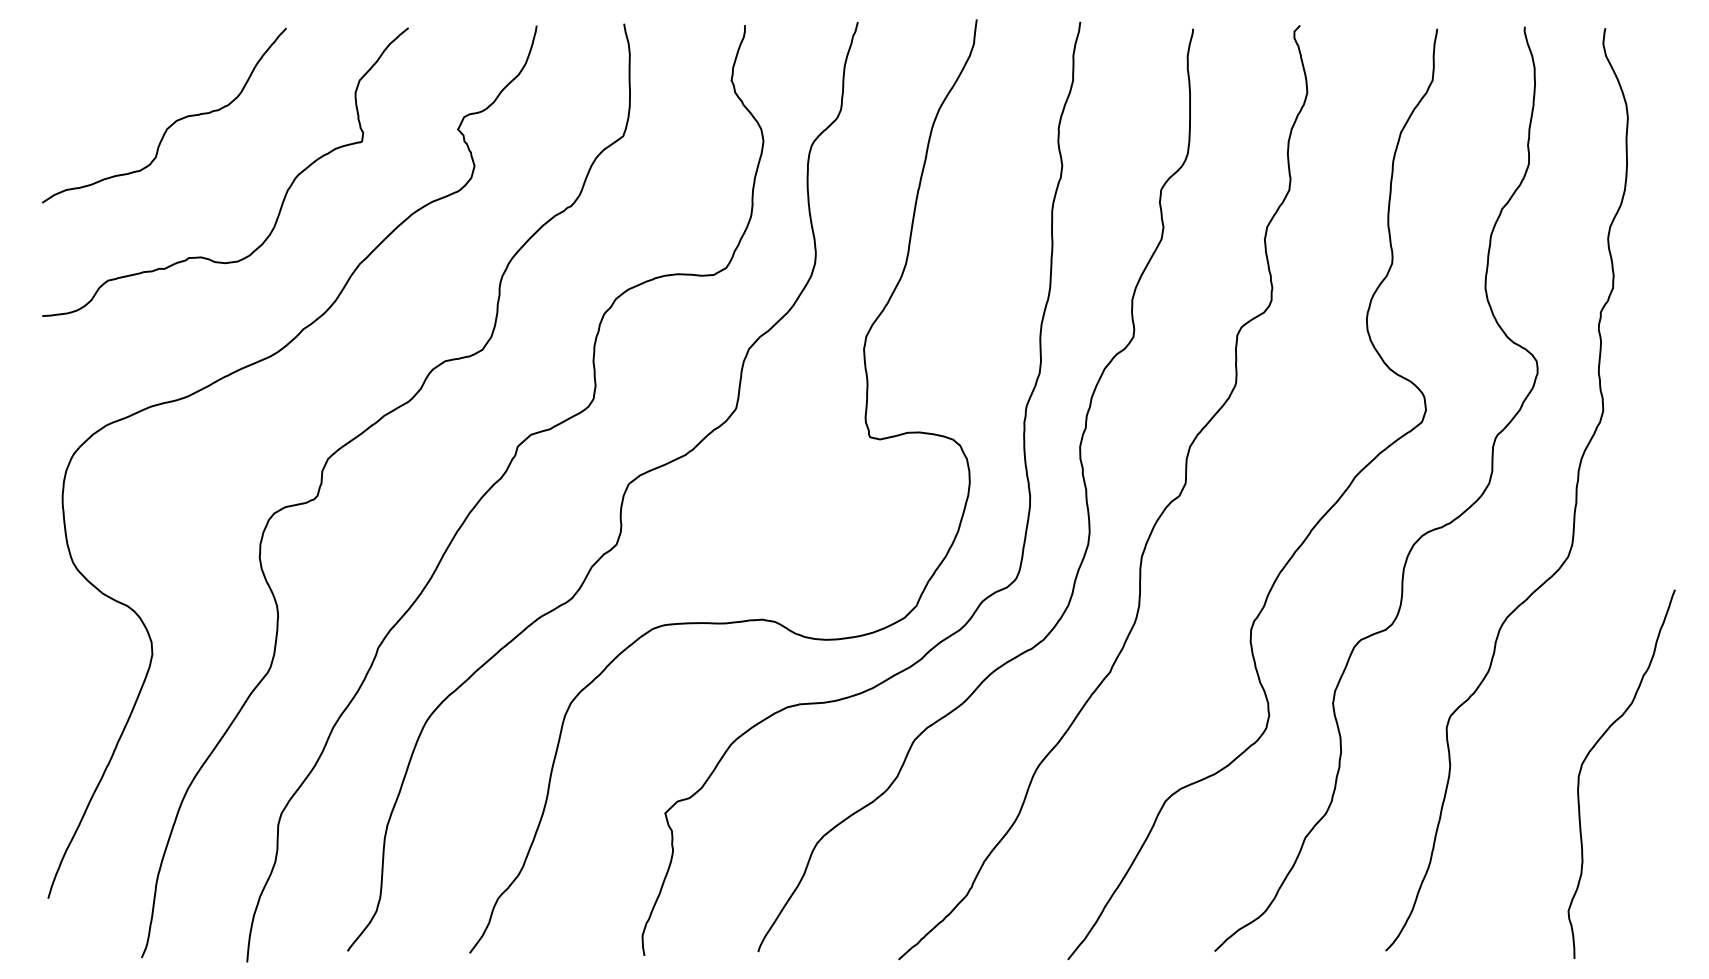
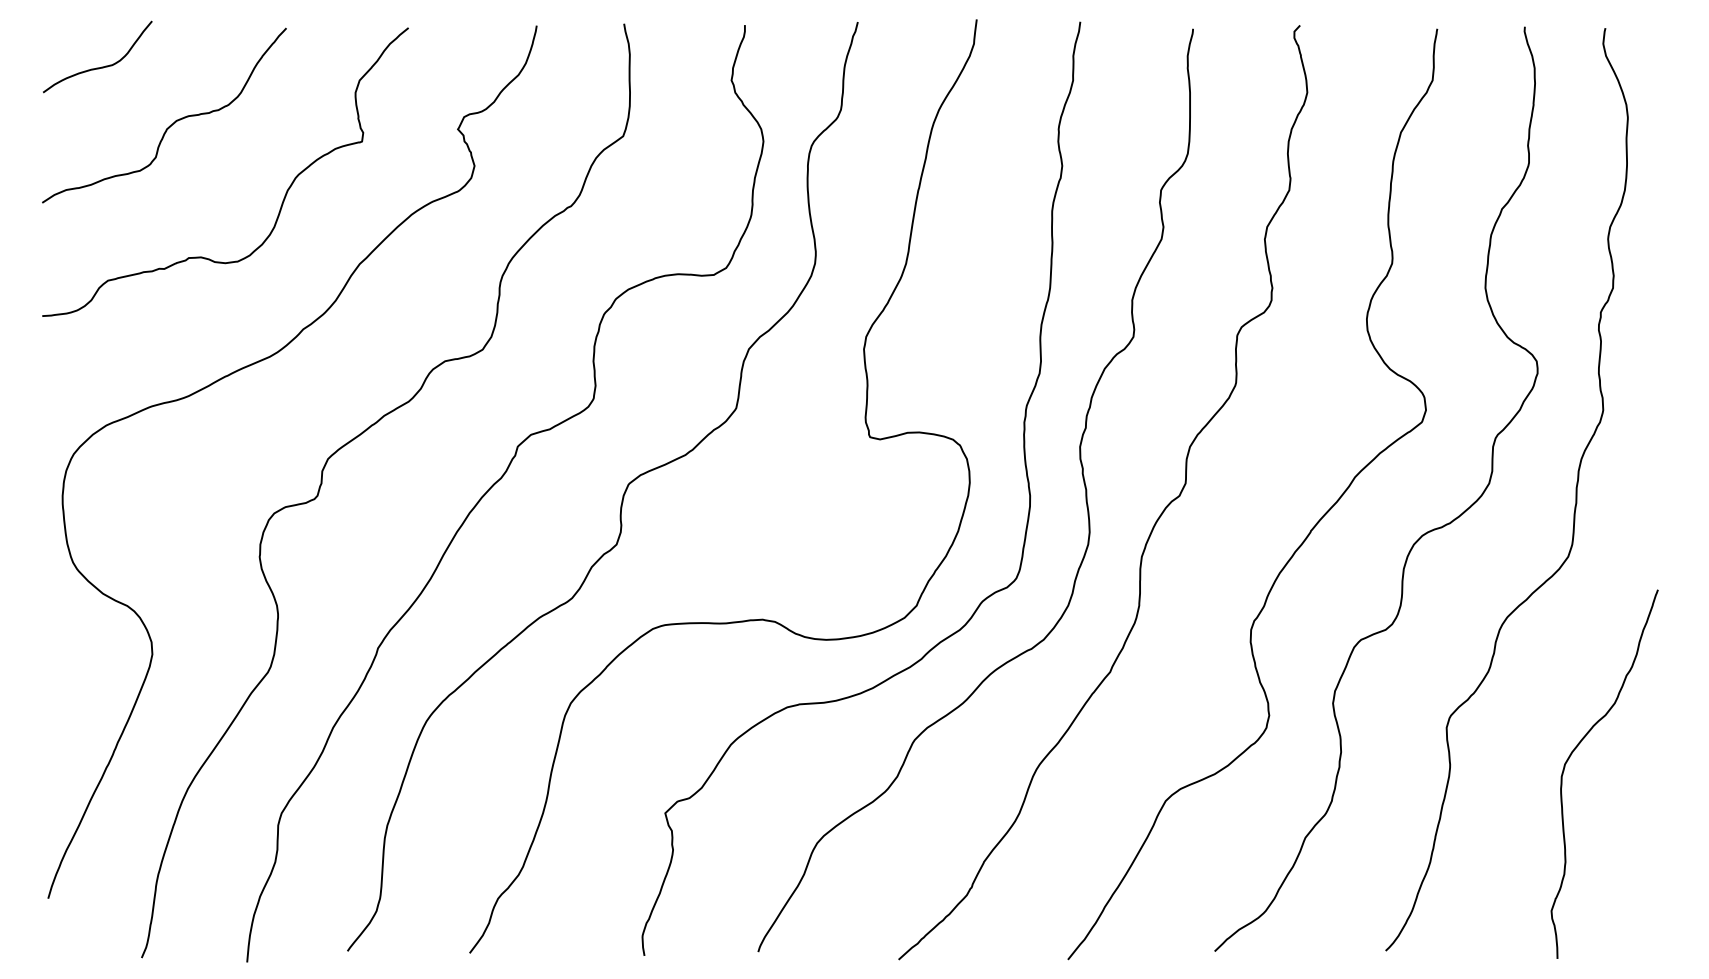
curve at (101, 66): none -> present
curve at (1591, 751) position: (1591, 751) -> (1574, 751)
